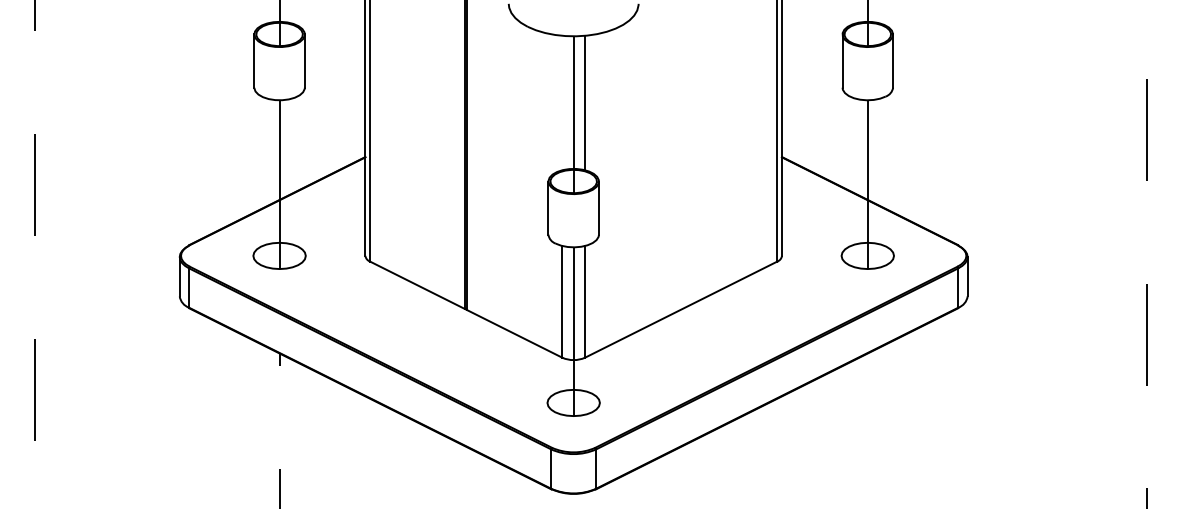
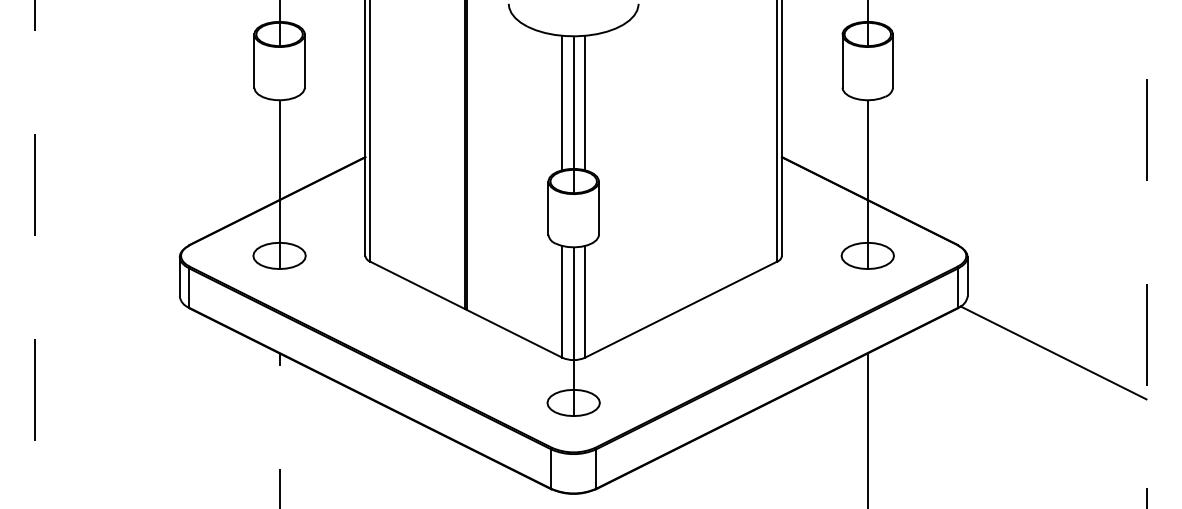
line at (562, 102): none -> present
line at (1053, 352): none -> present
line at (867, 429): none -> present
